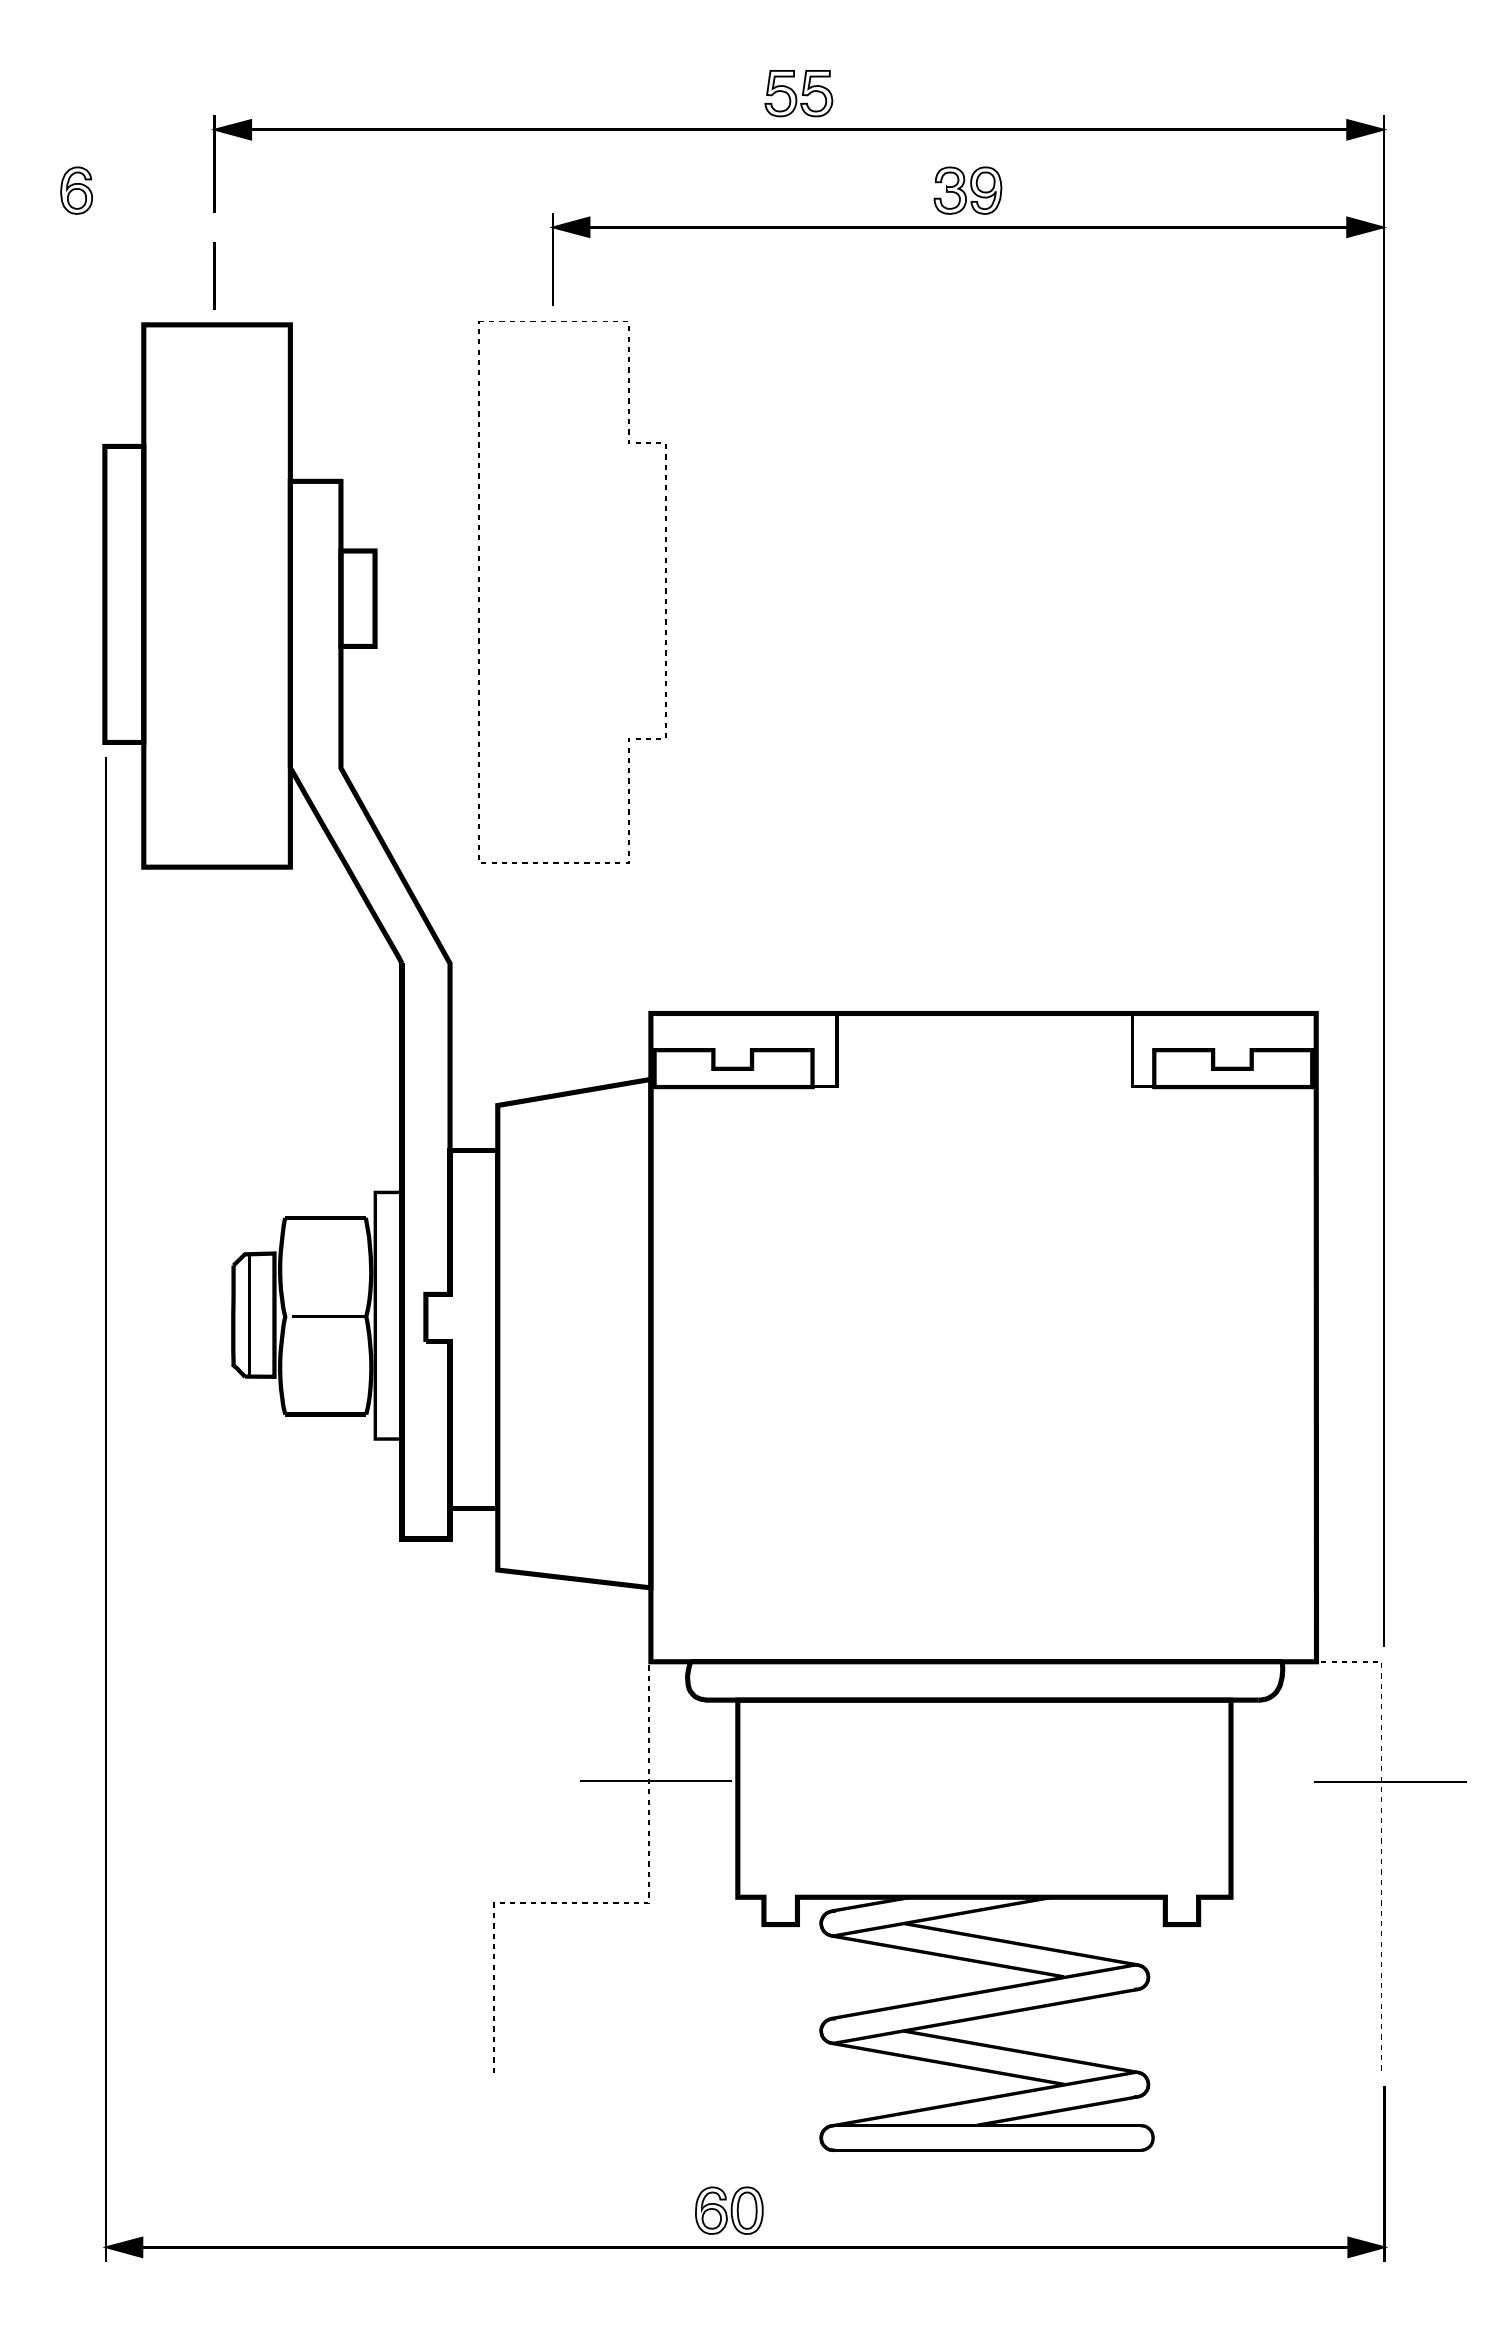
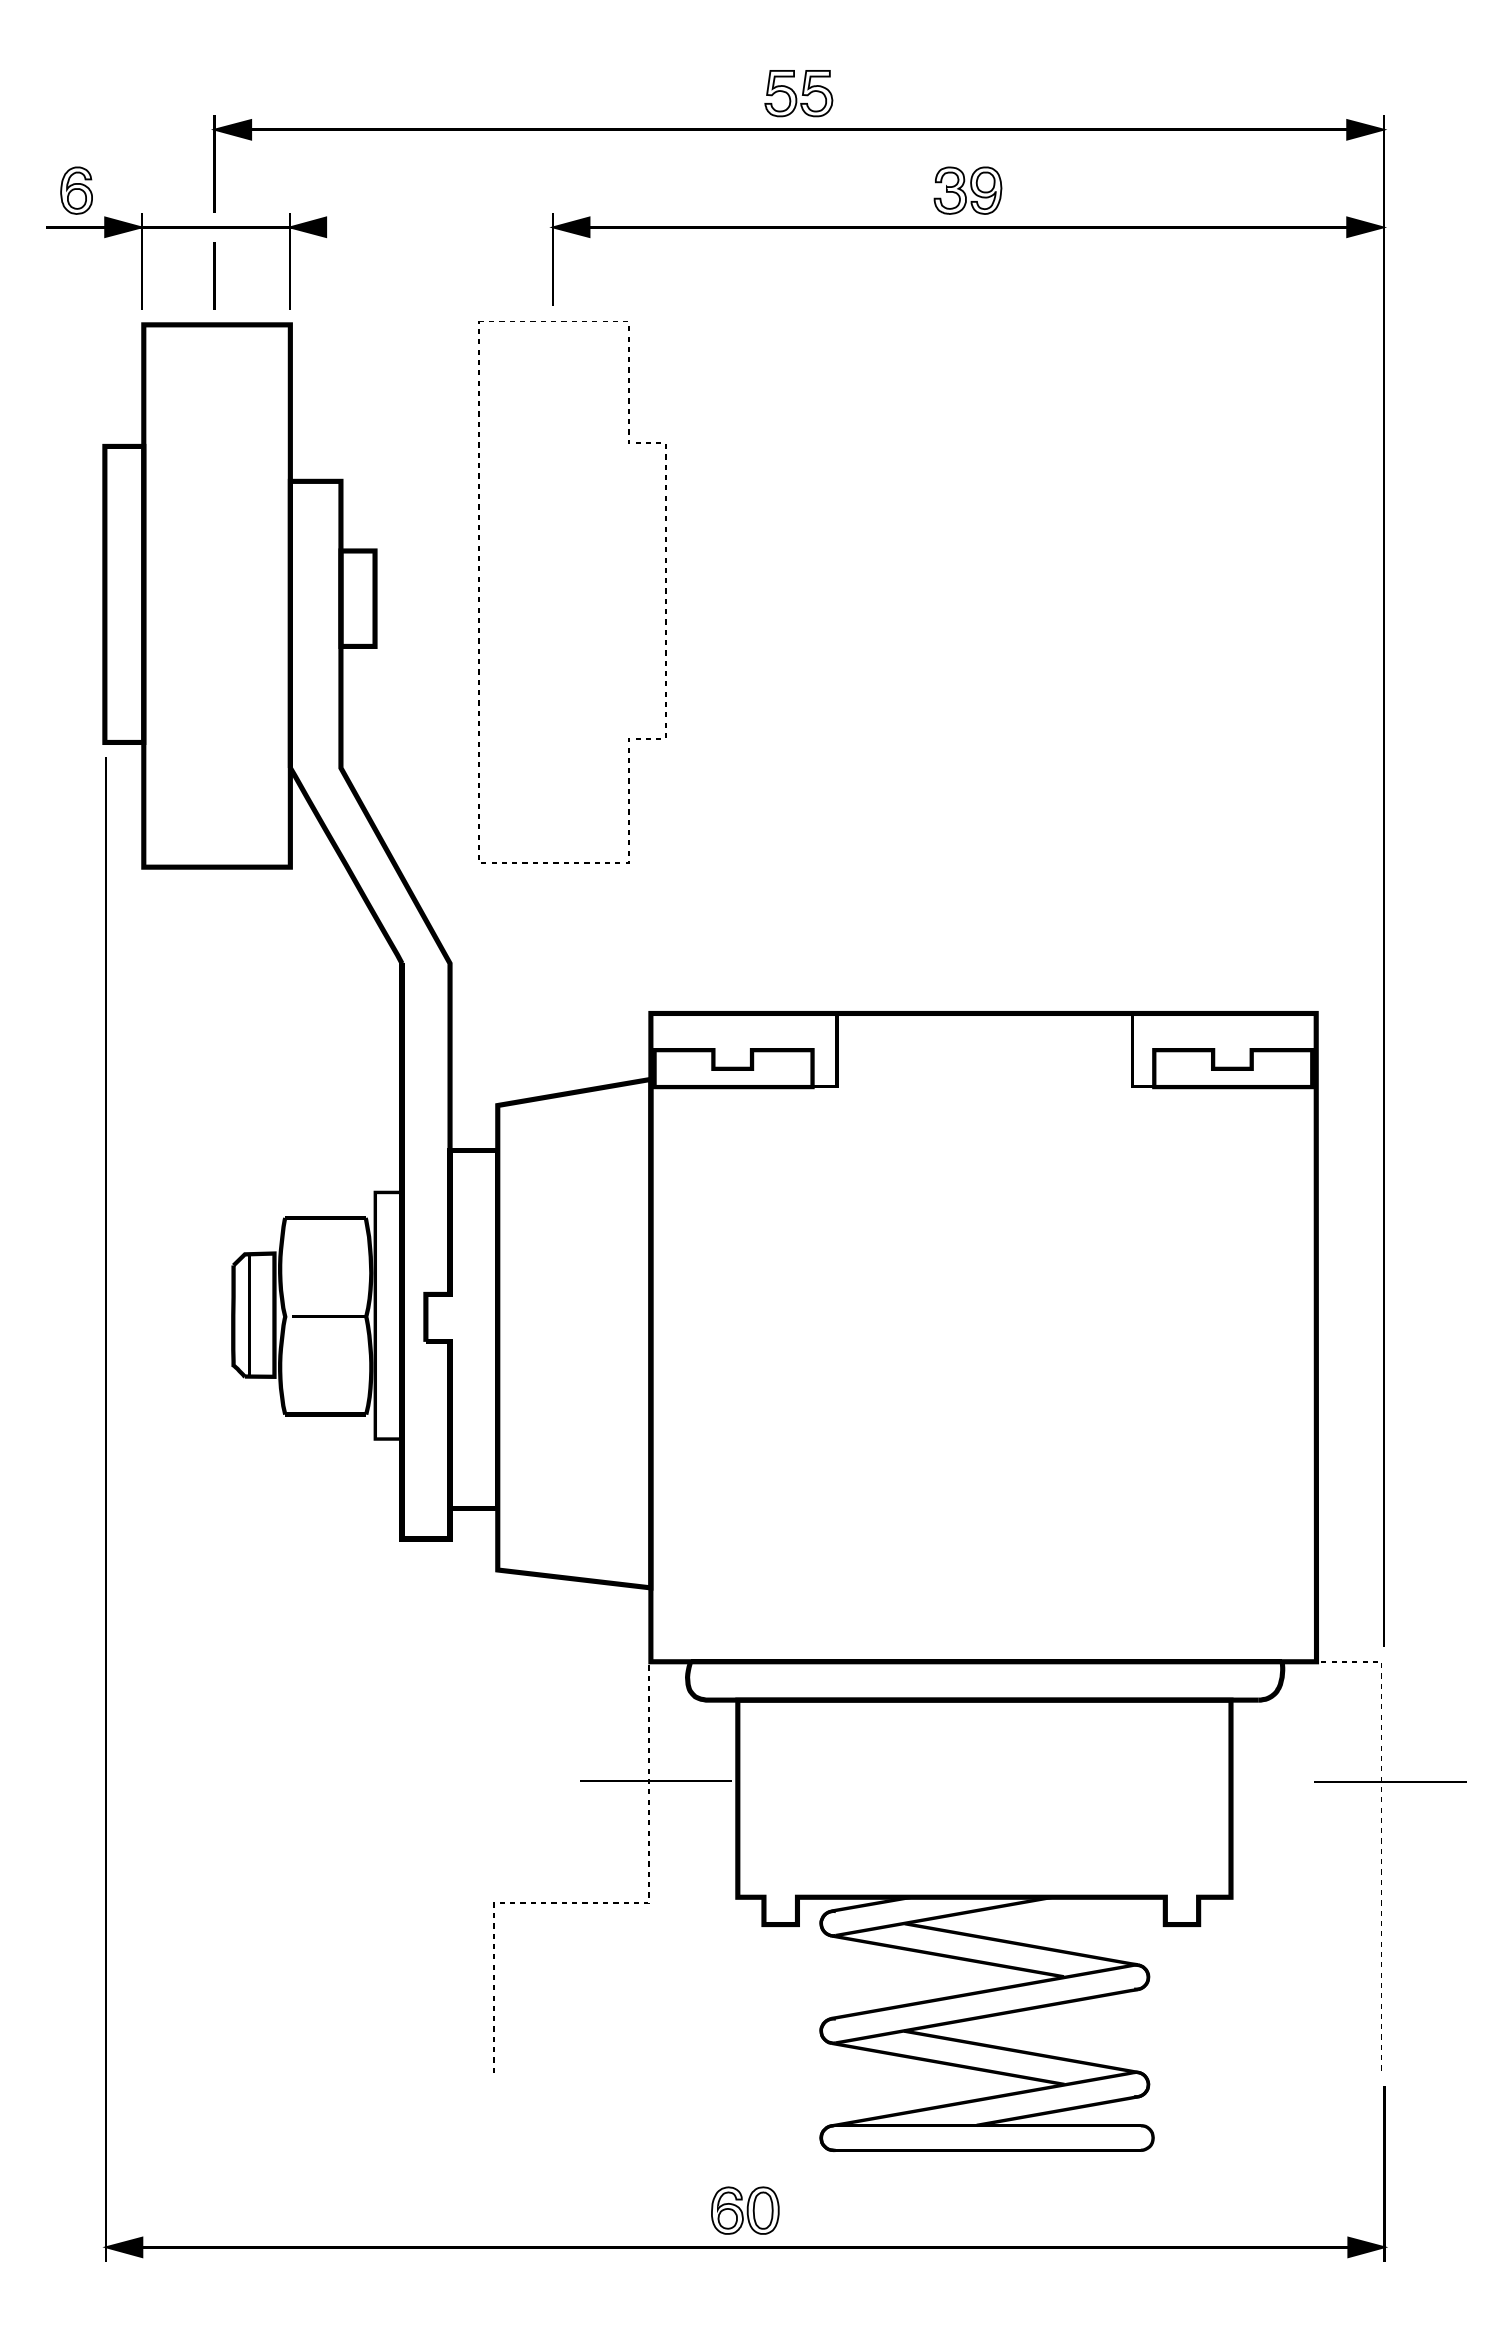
part at (186, 228): none -> present
part at (729, 2210) position: (729, 2210) -> (745, 2210)
